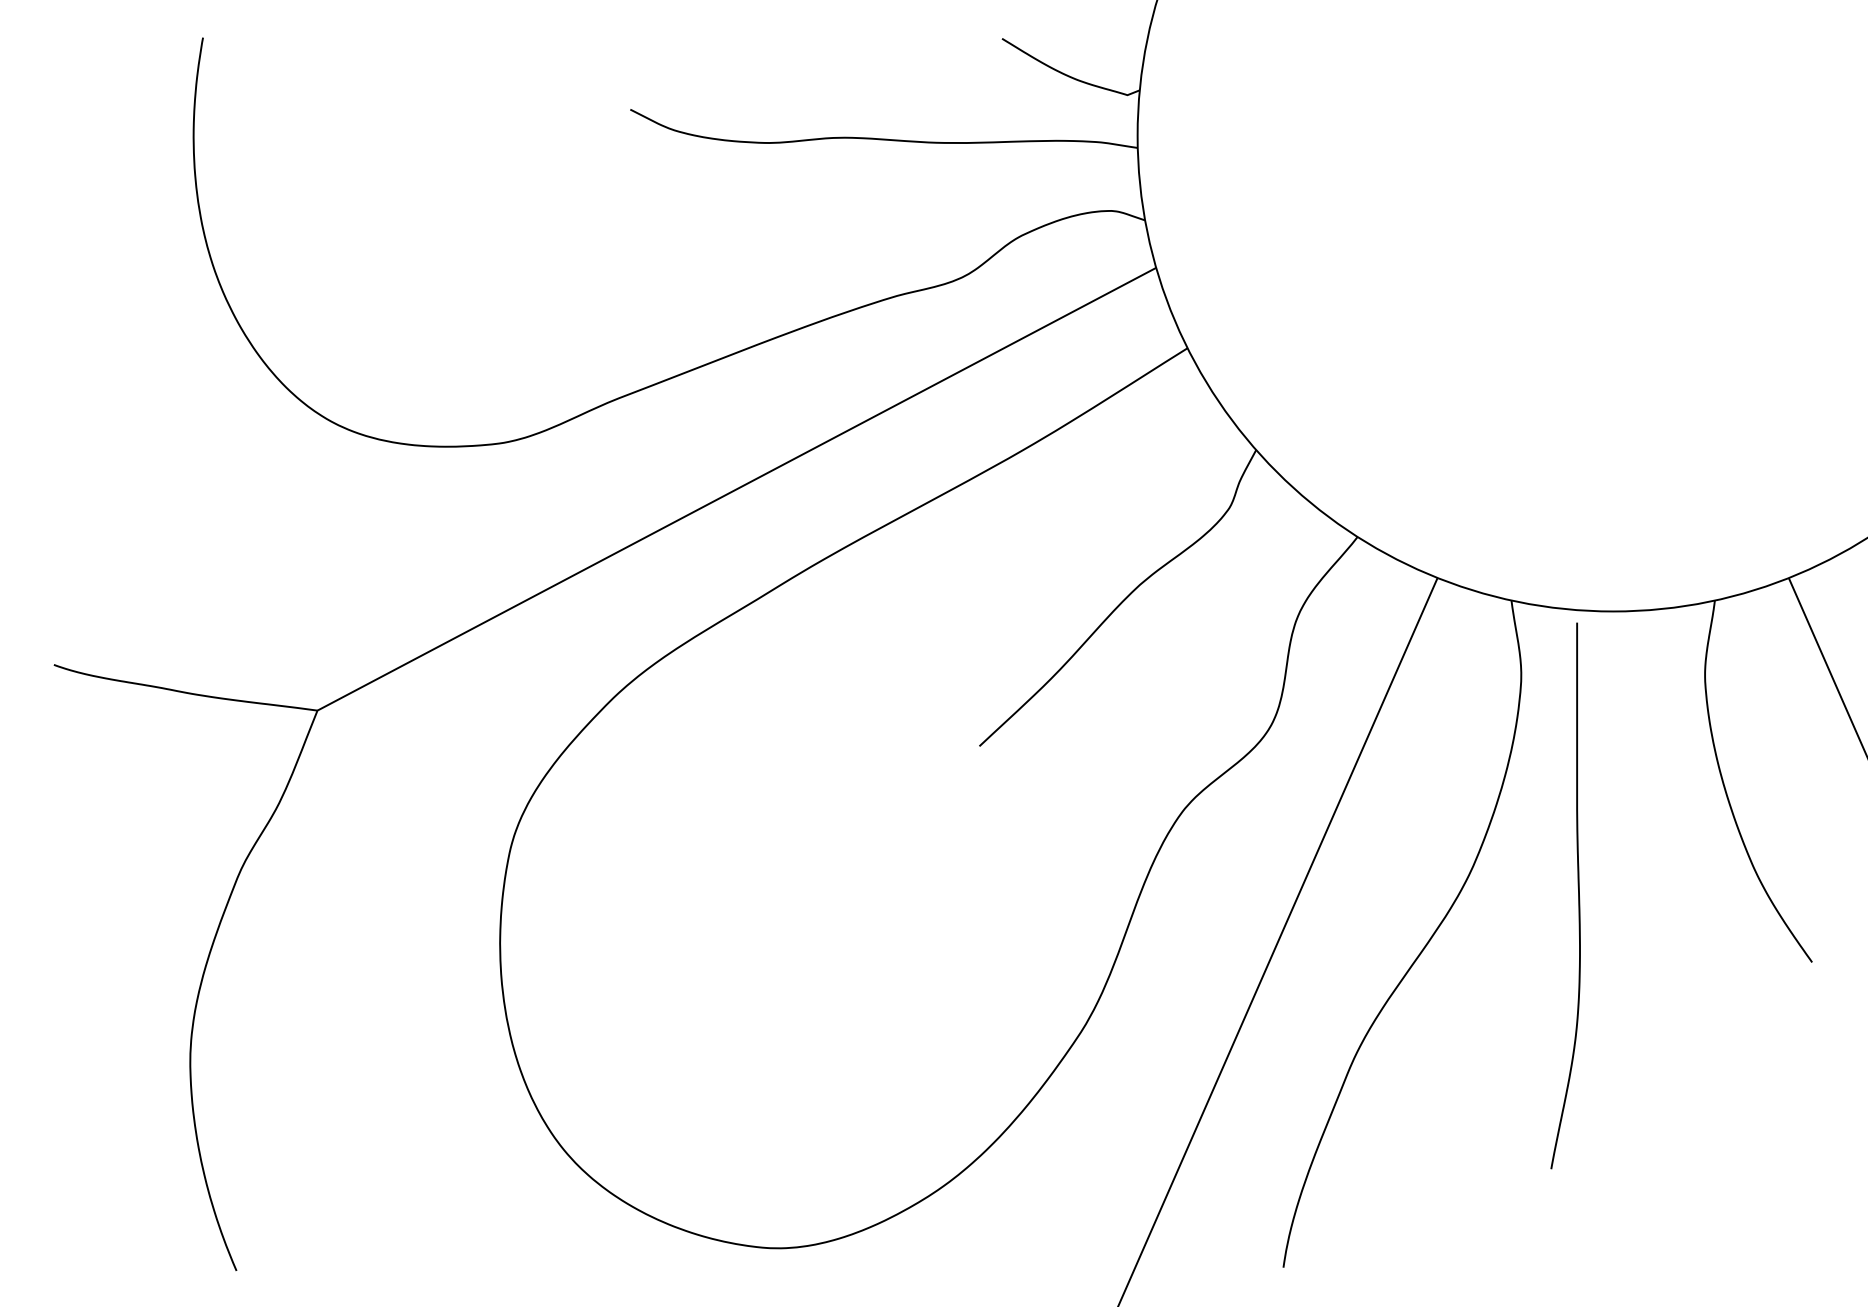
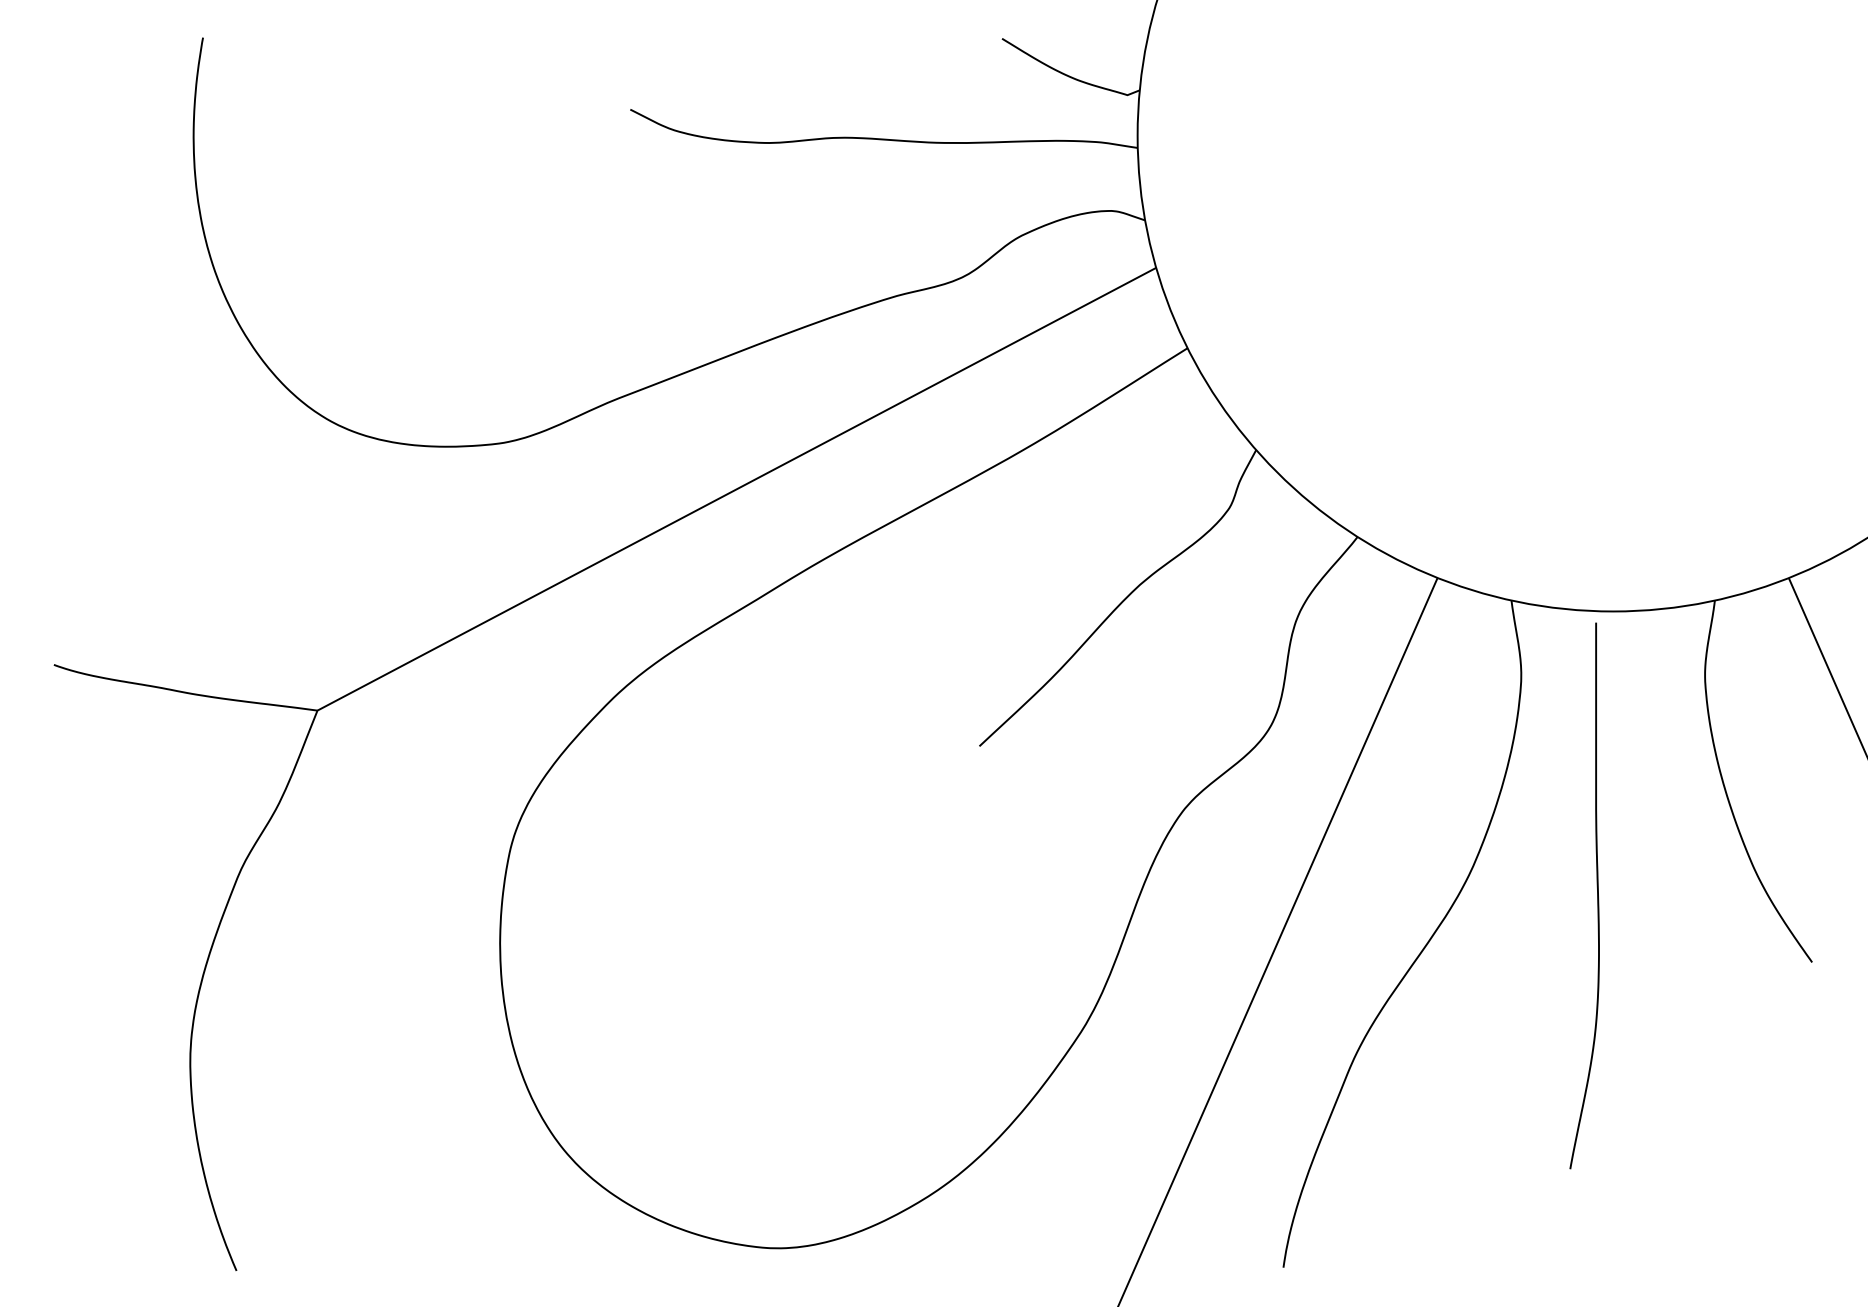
curve at (1578, 895) position: (1578, 895) -> (1597, 895)
